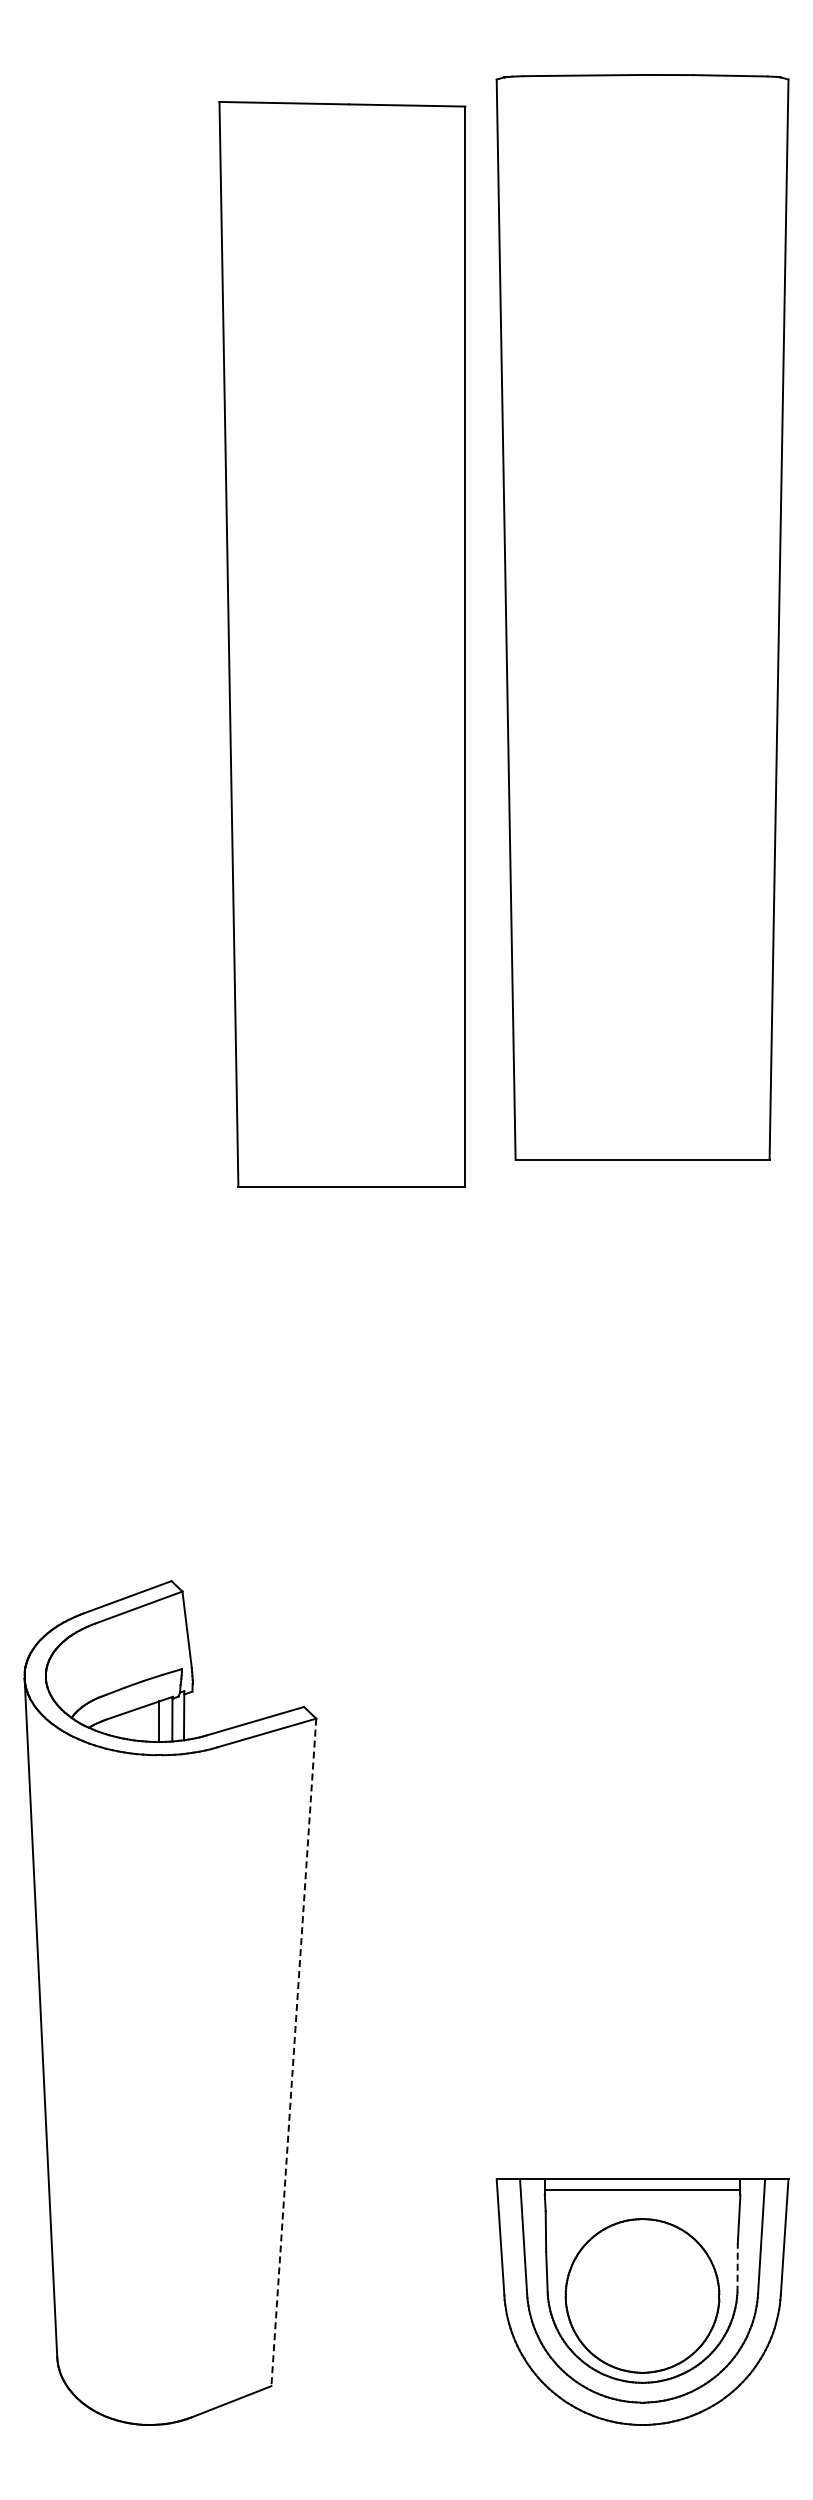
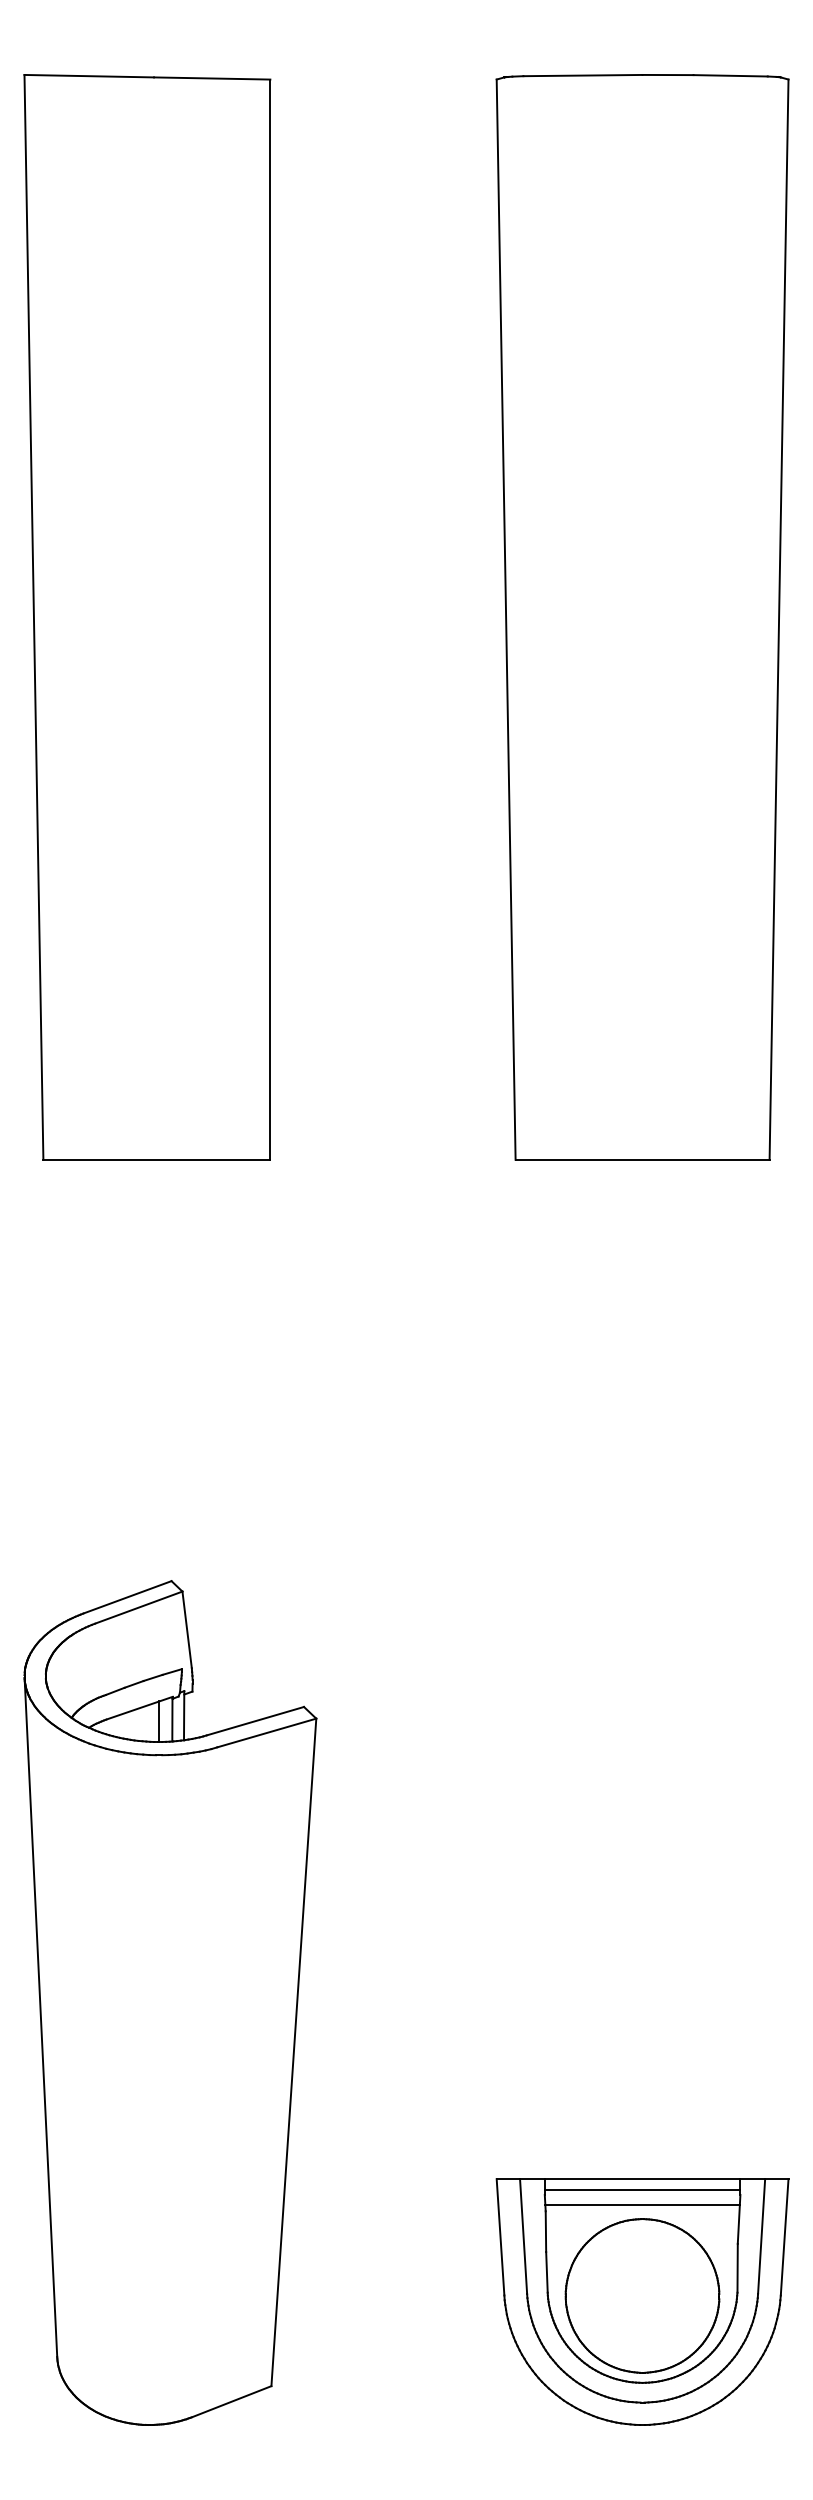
part at (342, 644) position: (342, 644) -> (147, 617)
line at (293, 2052): dashed -> solid
line at (642, 2205): none -> present
line at (737, 2267): dashed -> solid
